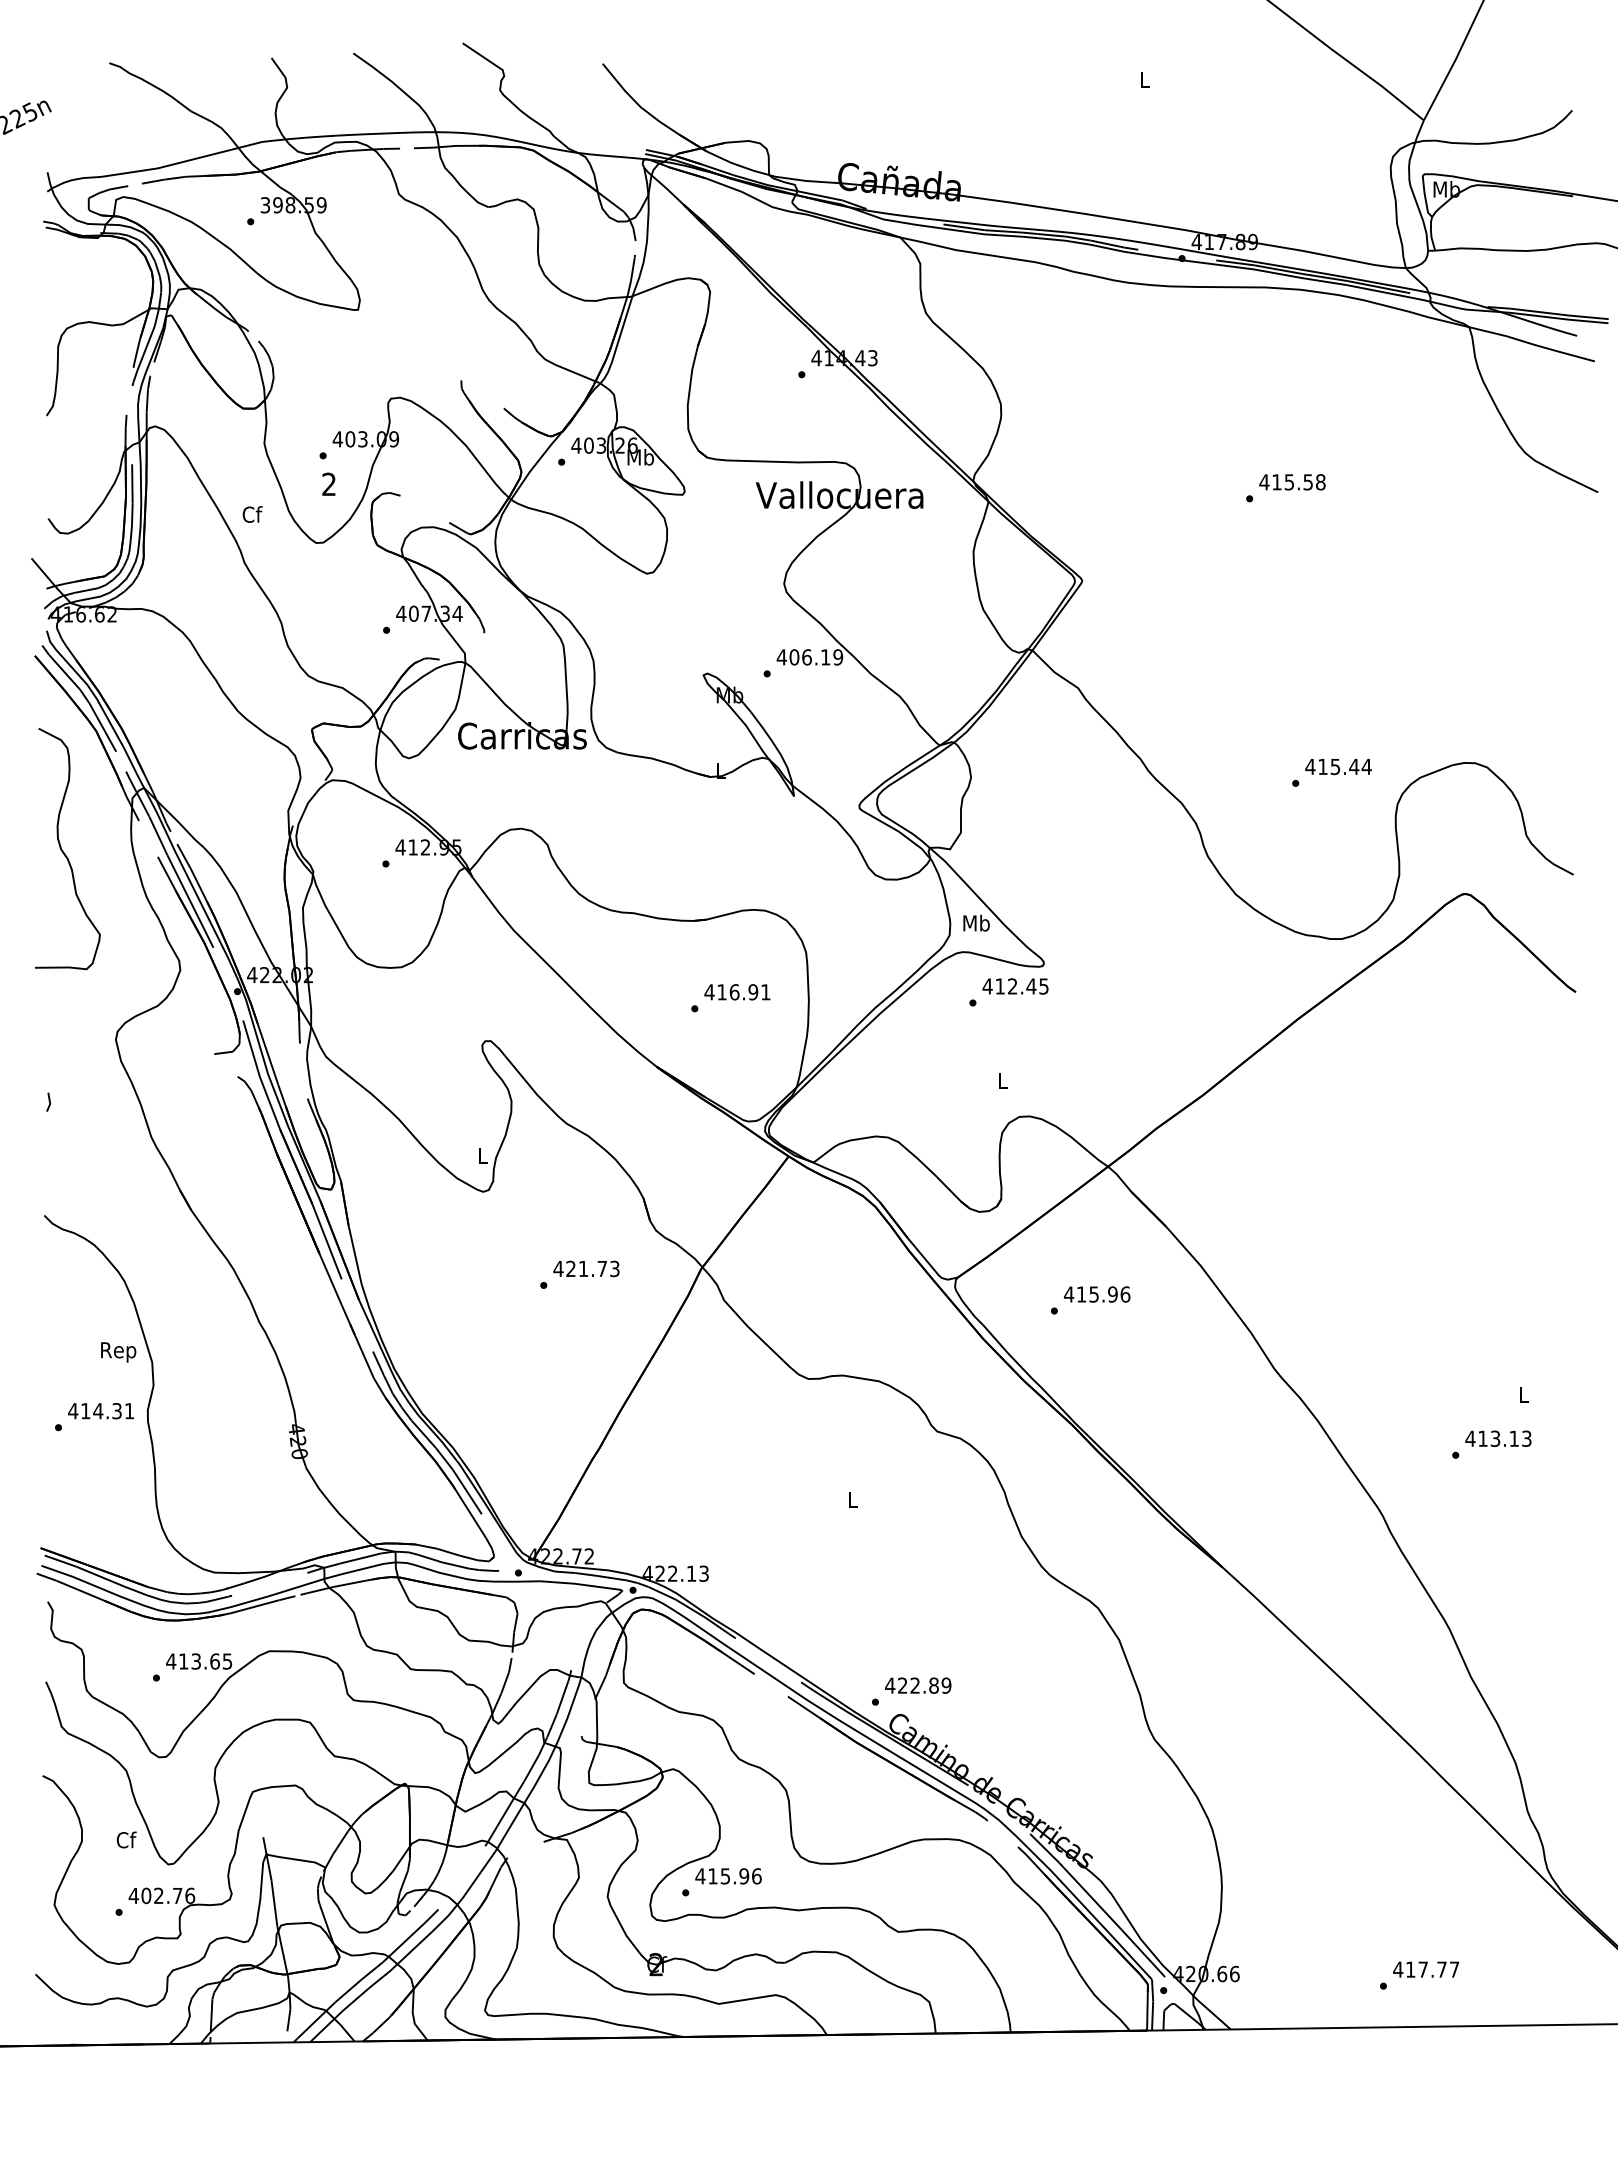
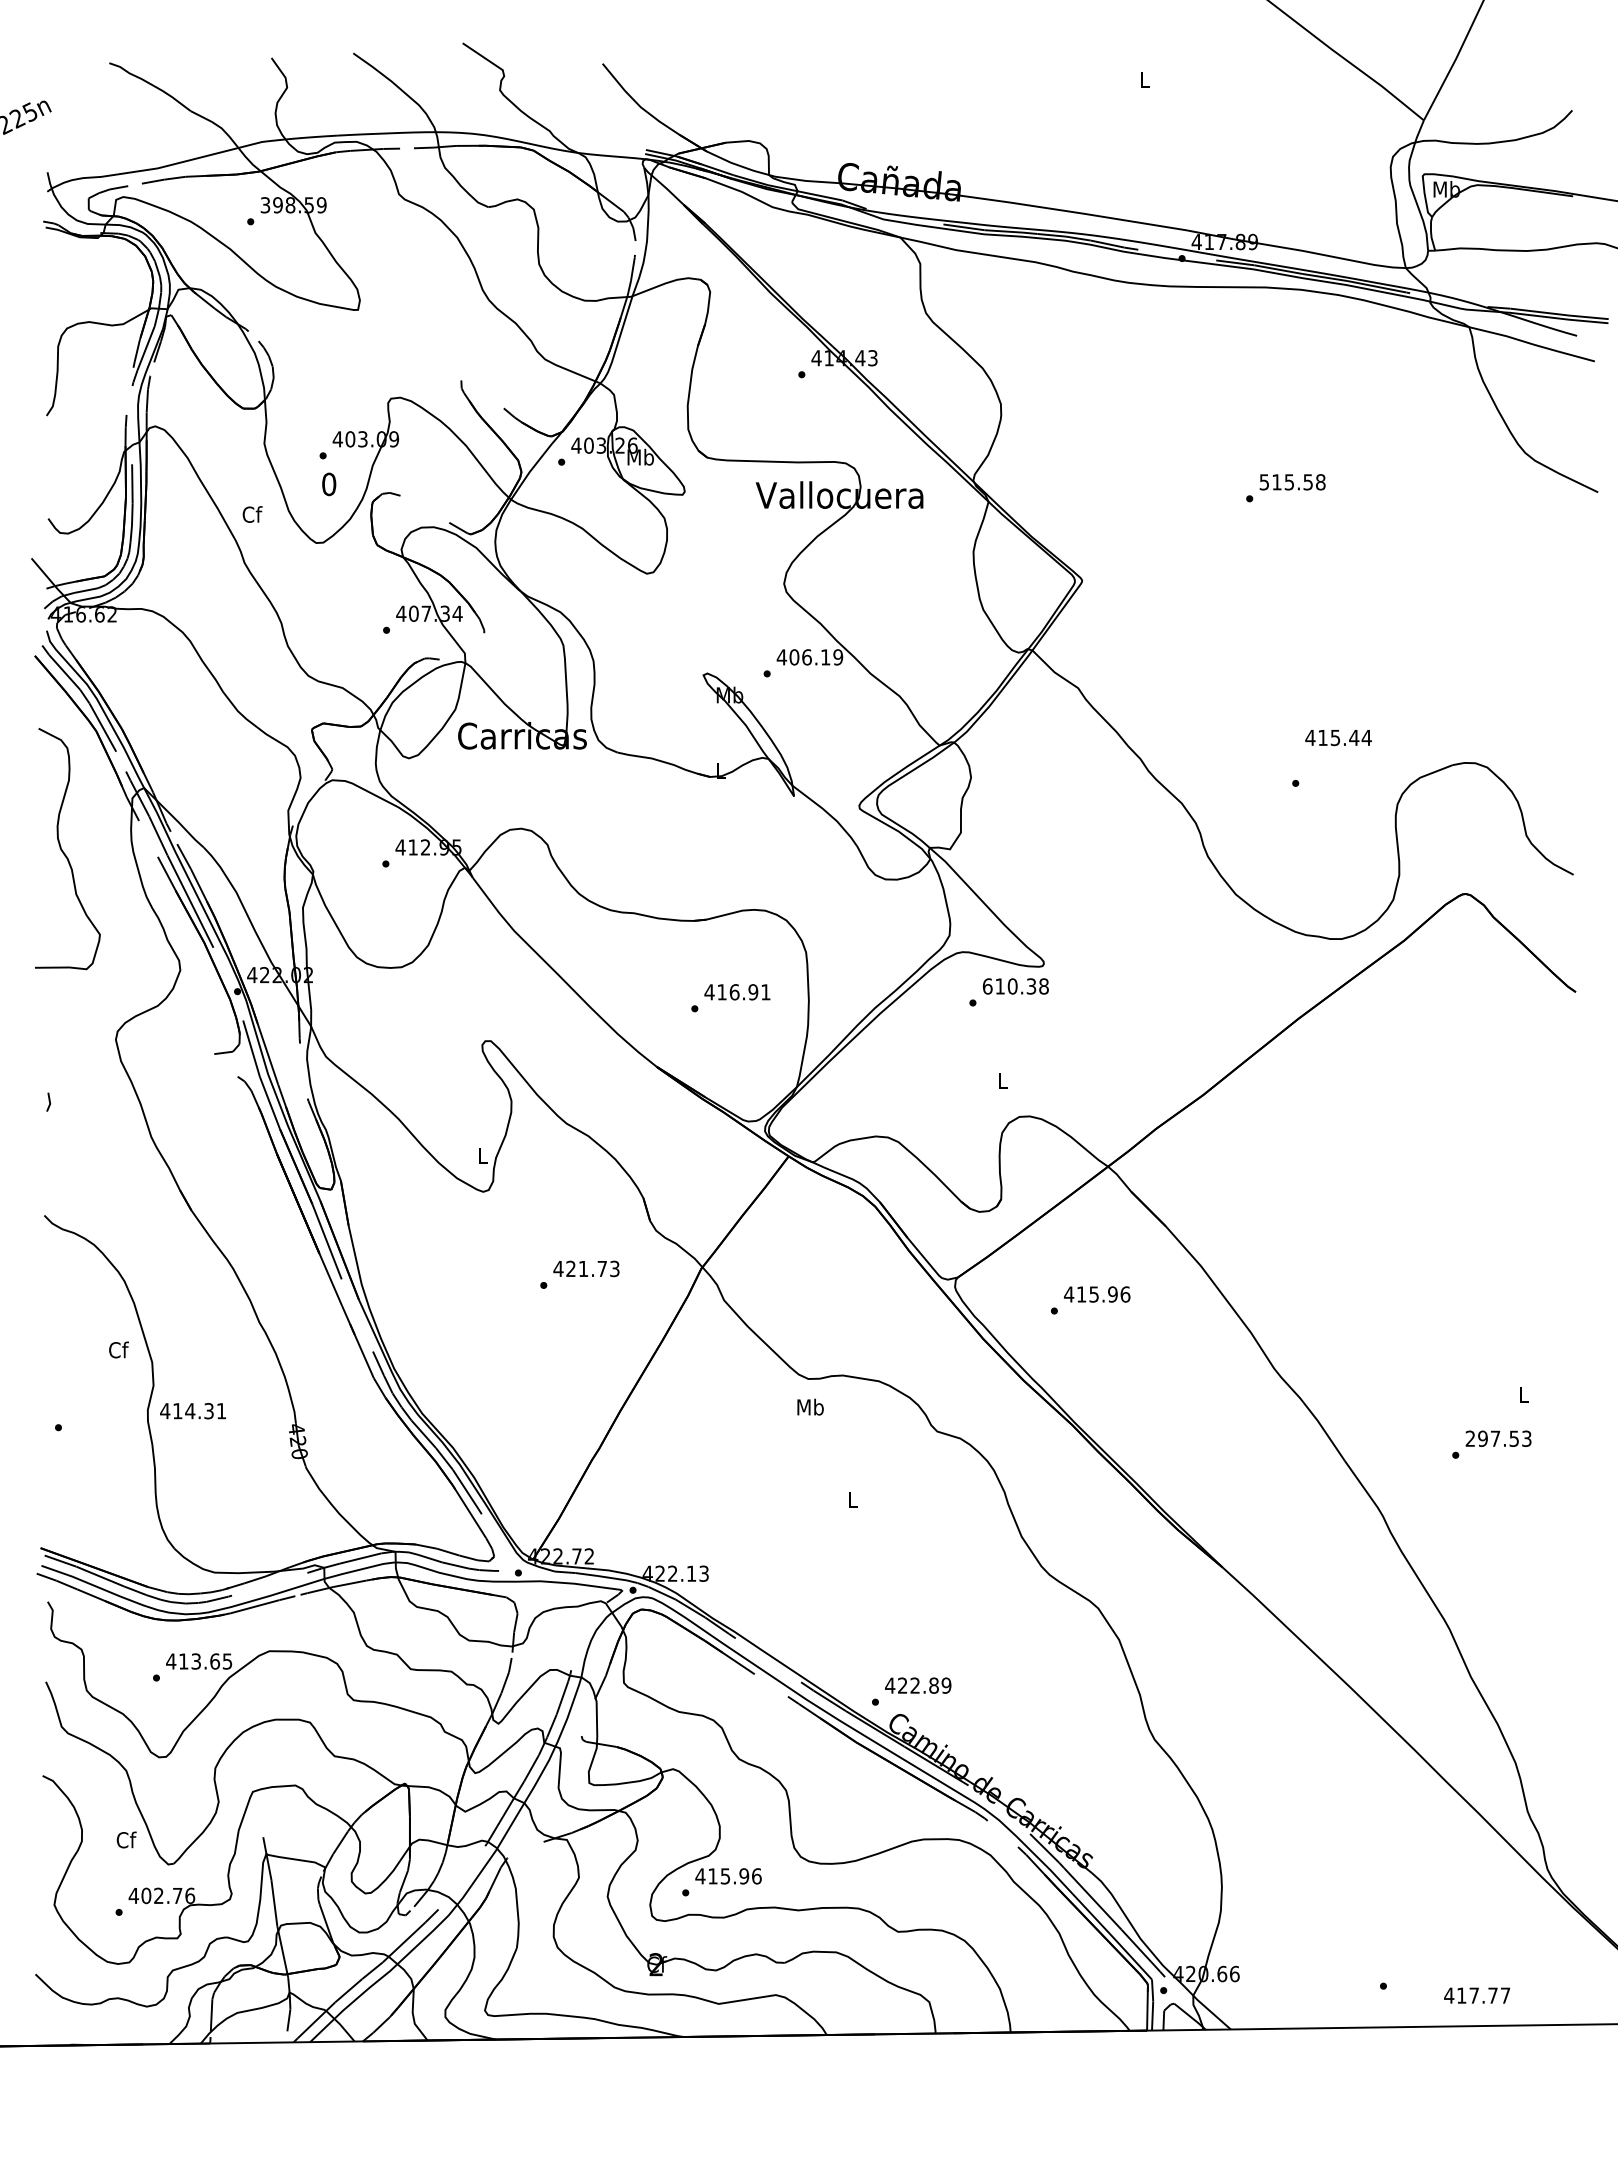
text at (1264, 482): 415.58 -> 515.58
text at (329, 484): 2 -> 0
text at (1338, 767) position: (1338, 767) -> (1338, 738)
text at (976, 922) position: (976, 922) -> (810, 1406)
text at (1015, 986): 412.45 -> 610.38
text at (118, 1351): Rep -> Cf
text at (100, 1411) position: (100, 1411) -> (192, 1411)
text at (1491, 1438): 413.13 -> 297.53
text at (1426, 1969) position: (1426, 1969) -> (1477, 1995)
